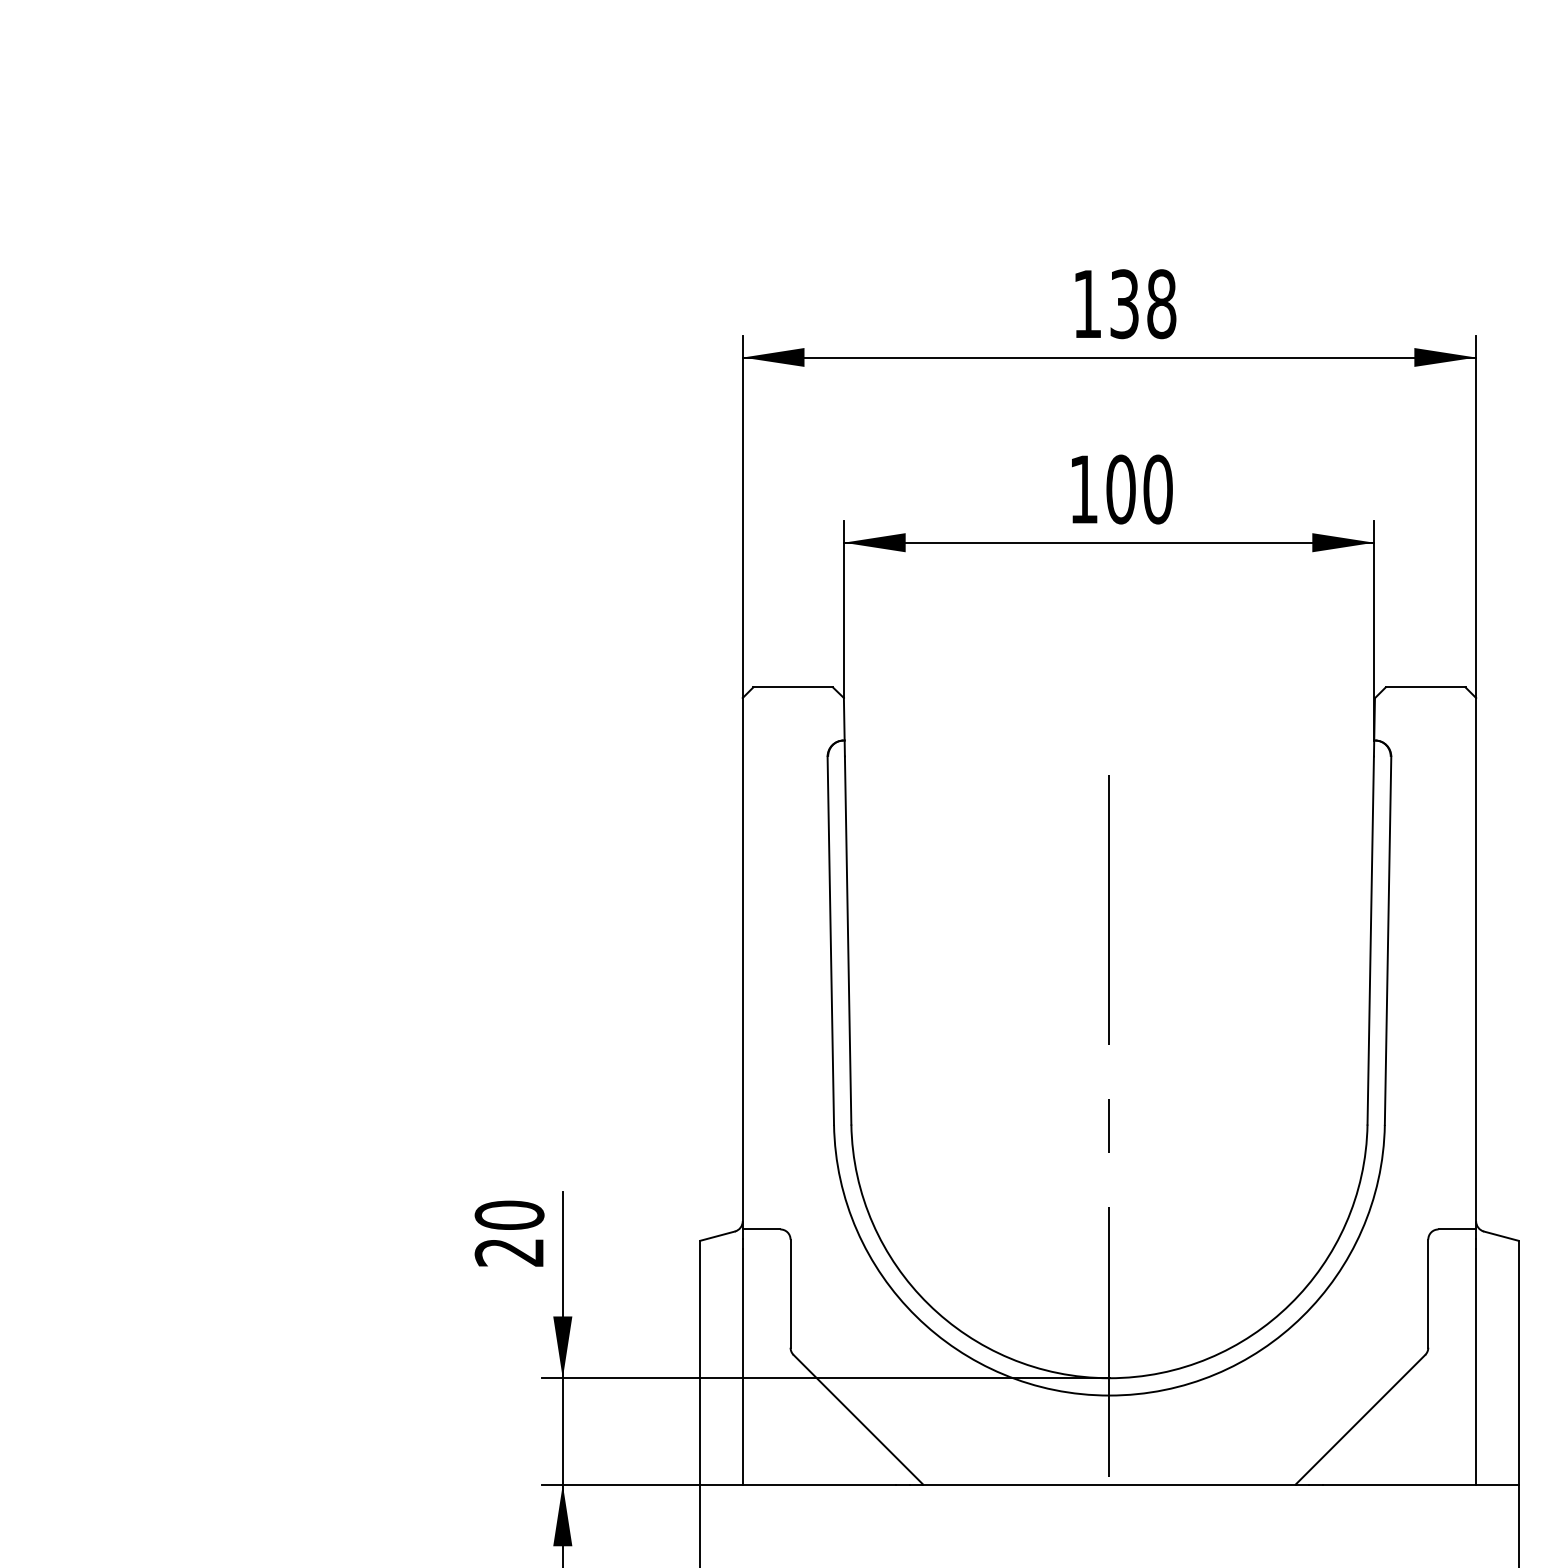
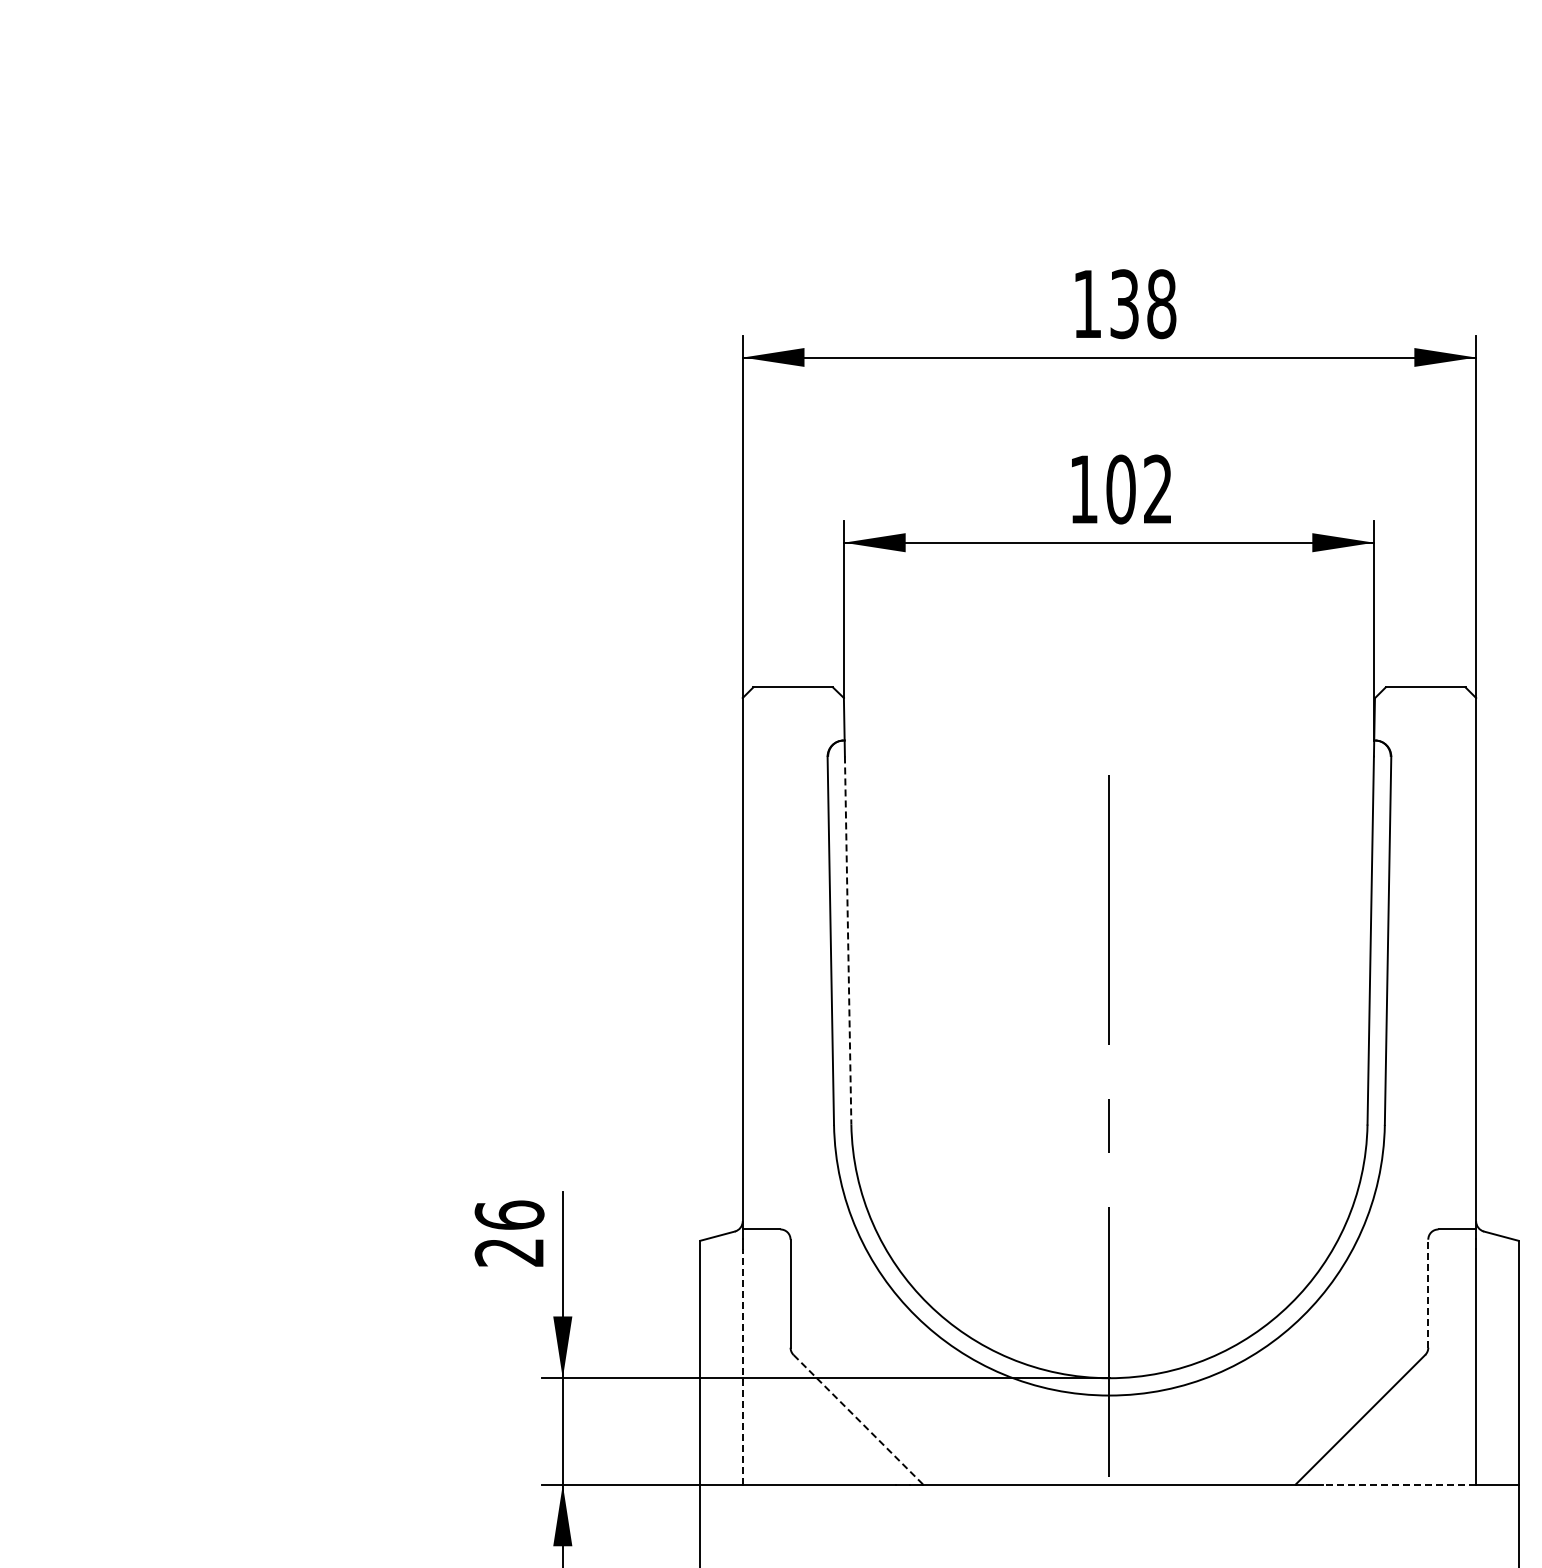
text at (1157, 489): 100 -> 102
line at (848, 941): solid -> dashed
text at (509, 1214): 20 -> 26
line at (1428, 1293): solid -> dashed
line at (742, 1366): solid -> dashed
line at (858, 1419): solid -> dashed
line at (1399, 1484): solid -> dashed
